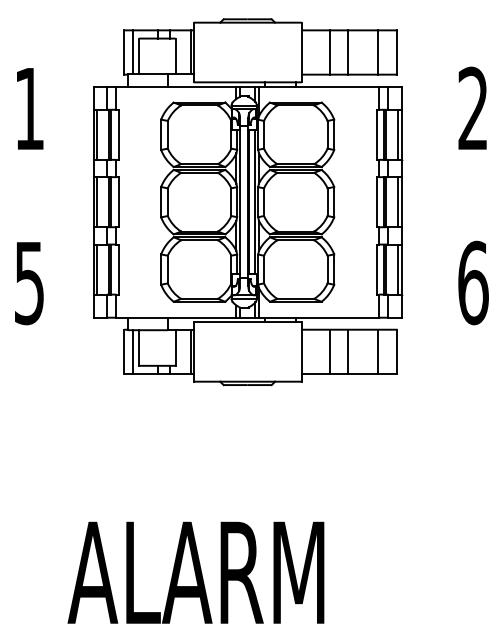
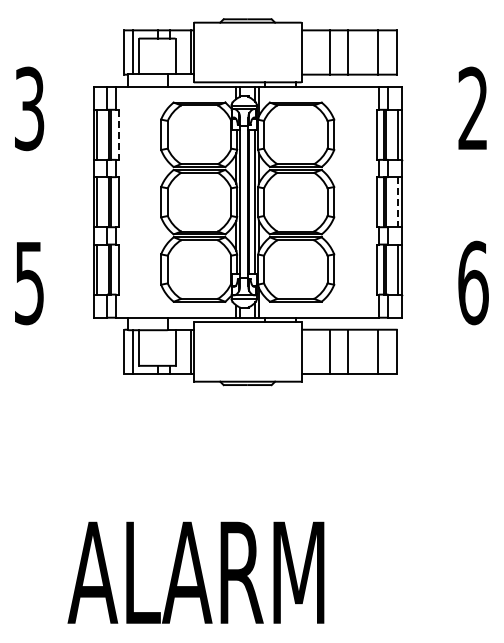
text at (29, 108): 1 -> 3
line at (118, 135): solid -> dashed
line at (397, 202): solid -> dashed
